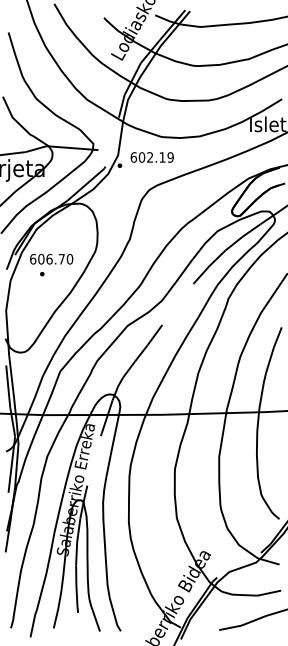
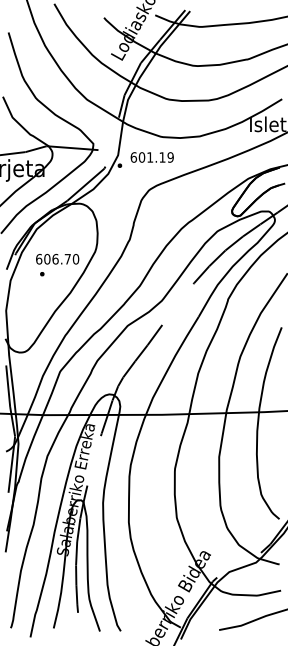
text at (149, 157): 602.19 -> 601.19
text at (51, 259) position: (51, 259) -> (57, 259)
